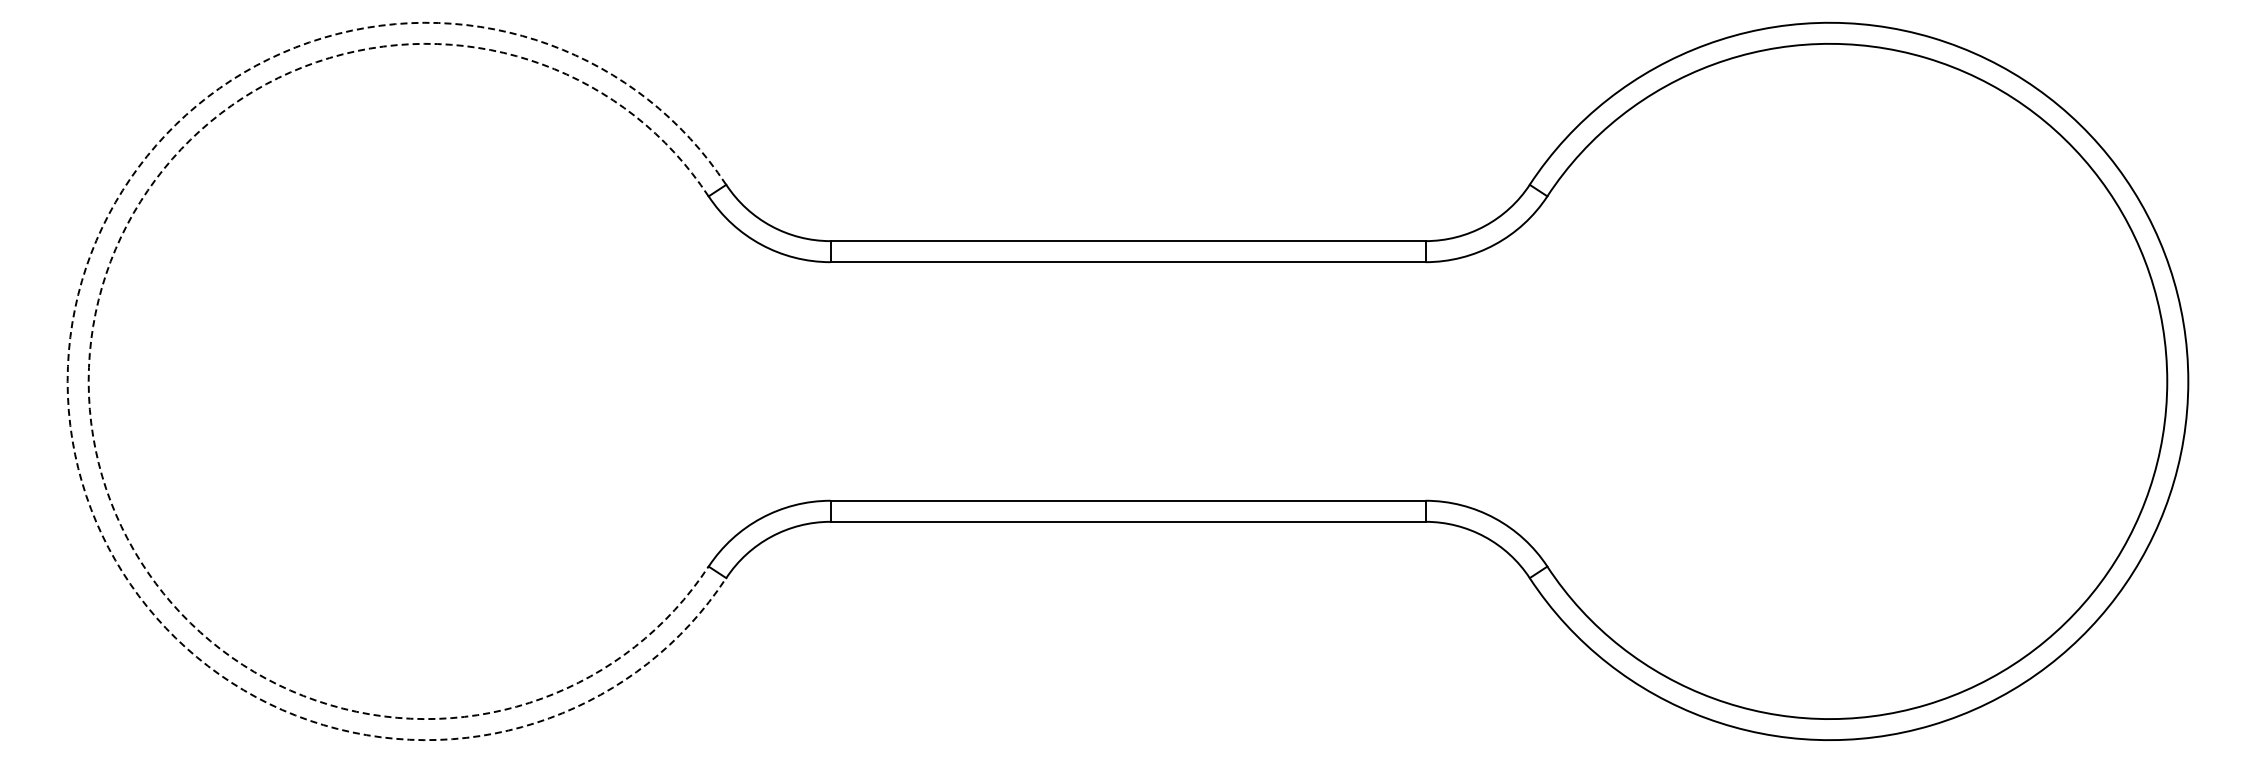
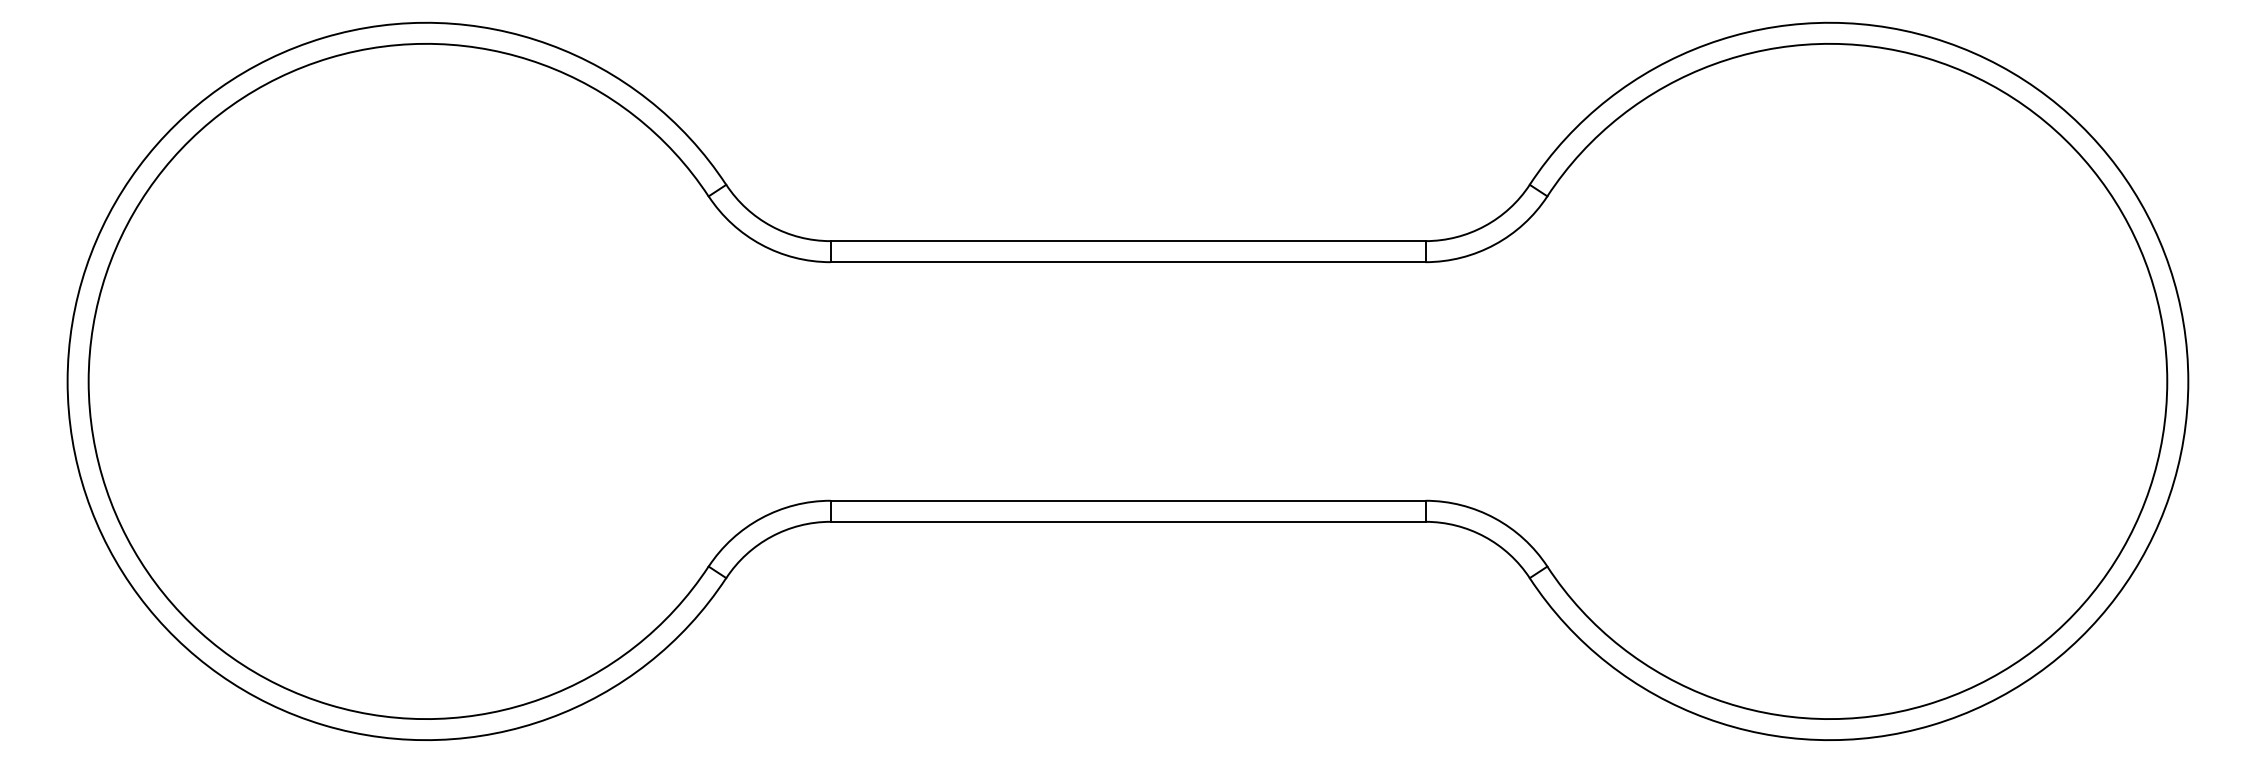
arc at (67, 381): dashed -> solid
arc at (88, 381): dashed -> solid
